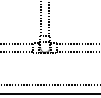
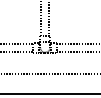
line at (49, 85) position: (49, 85) -> (49, 74)
